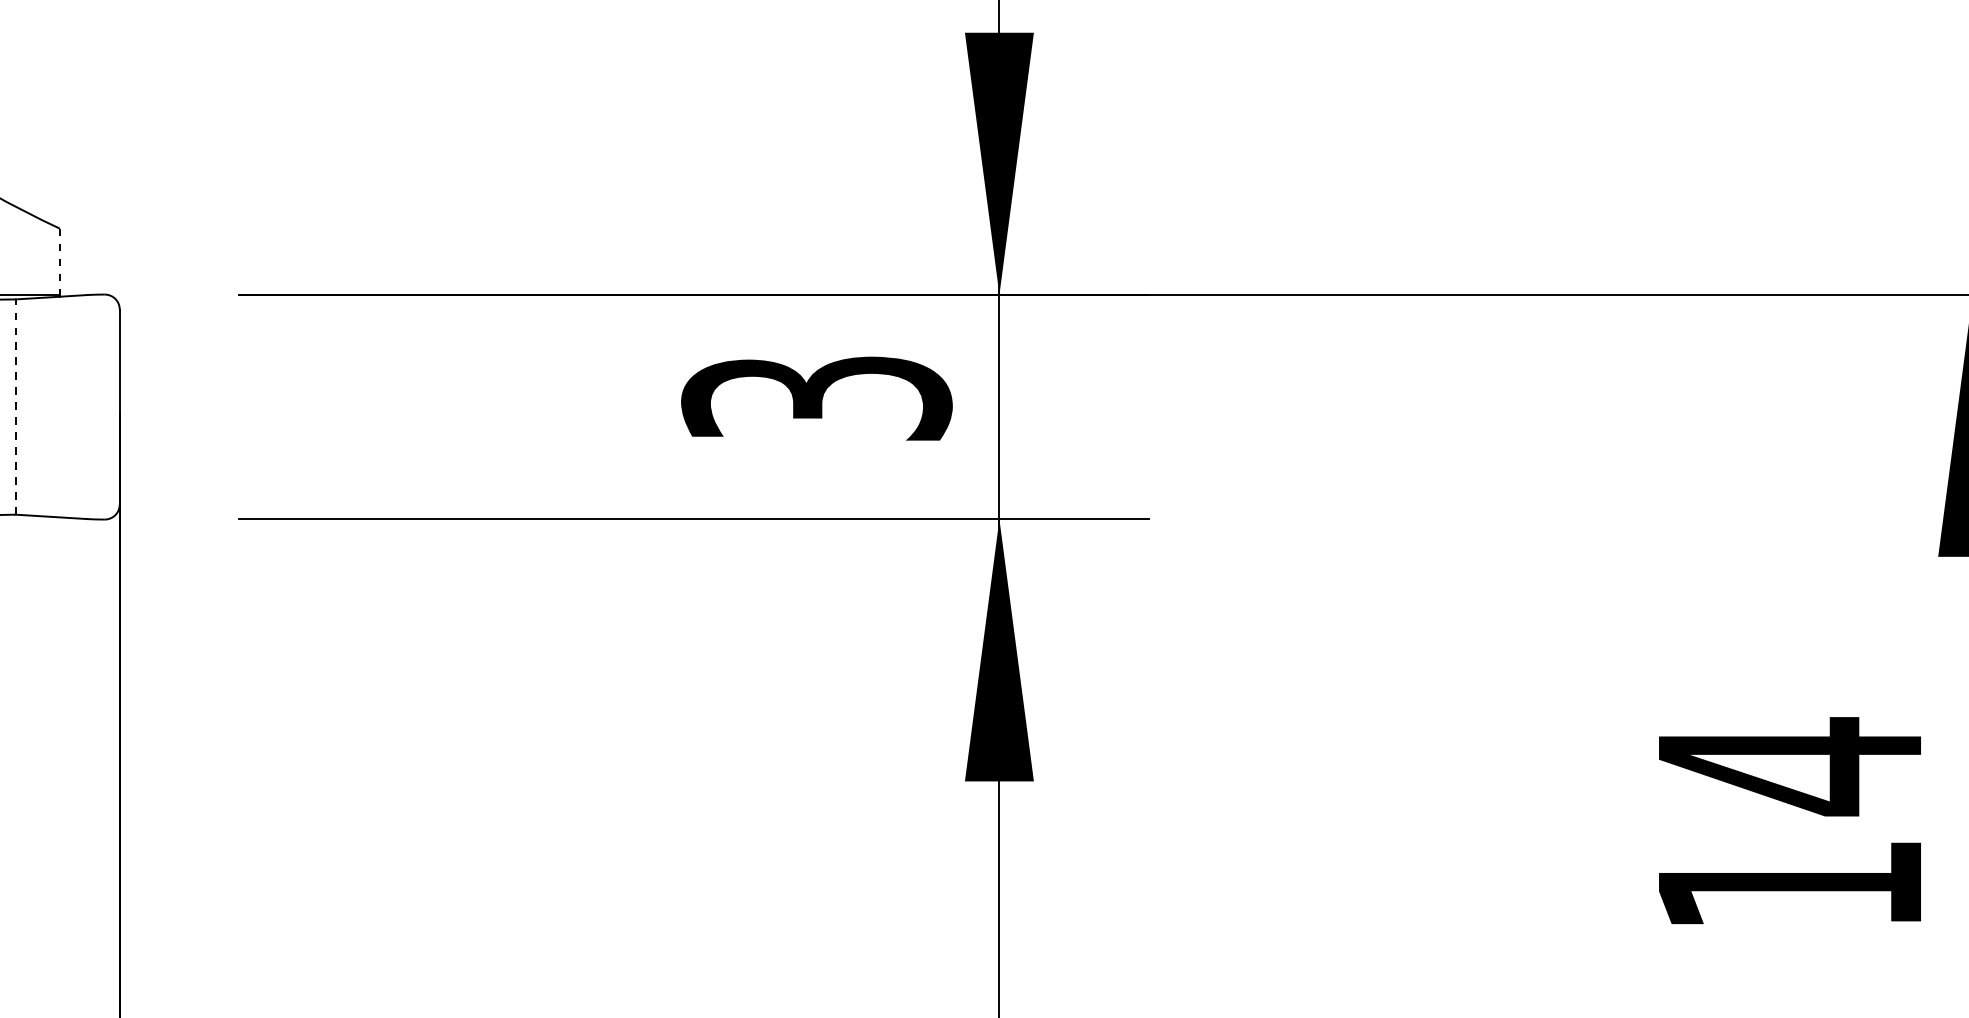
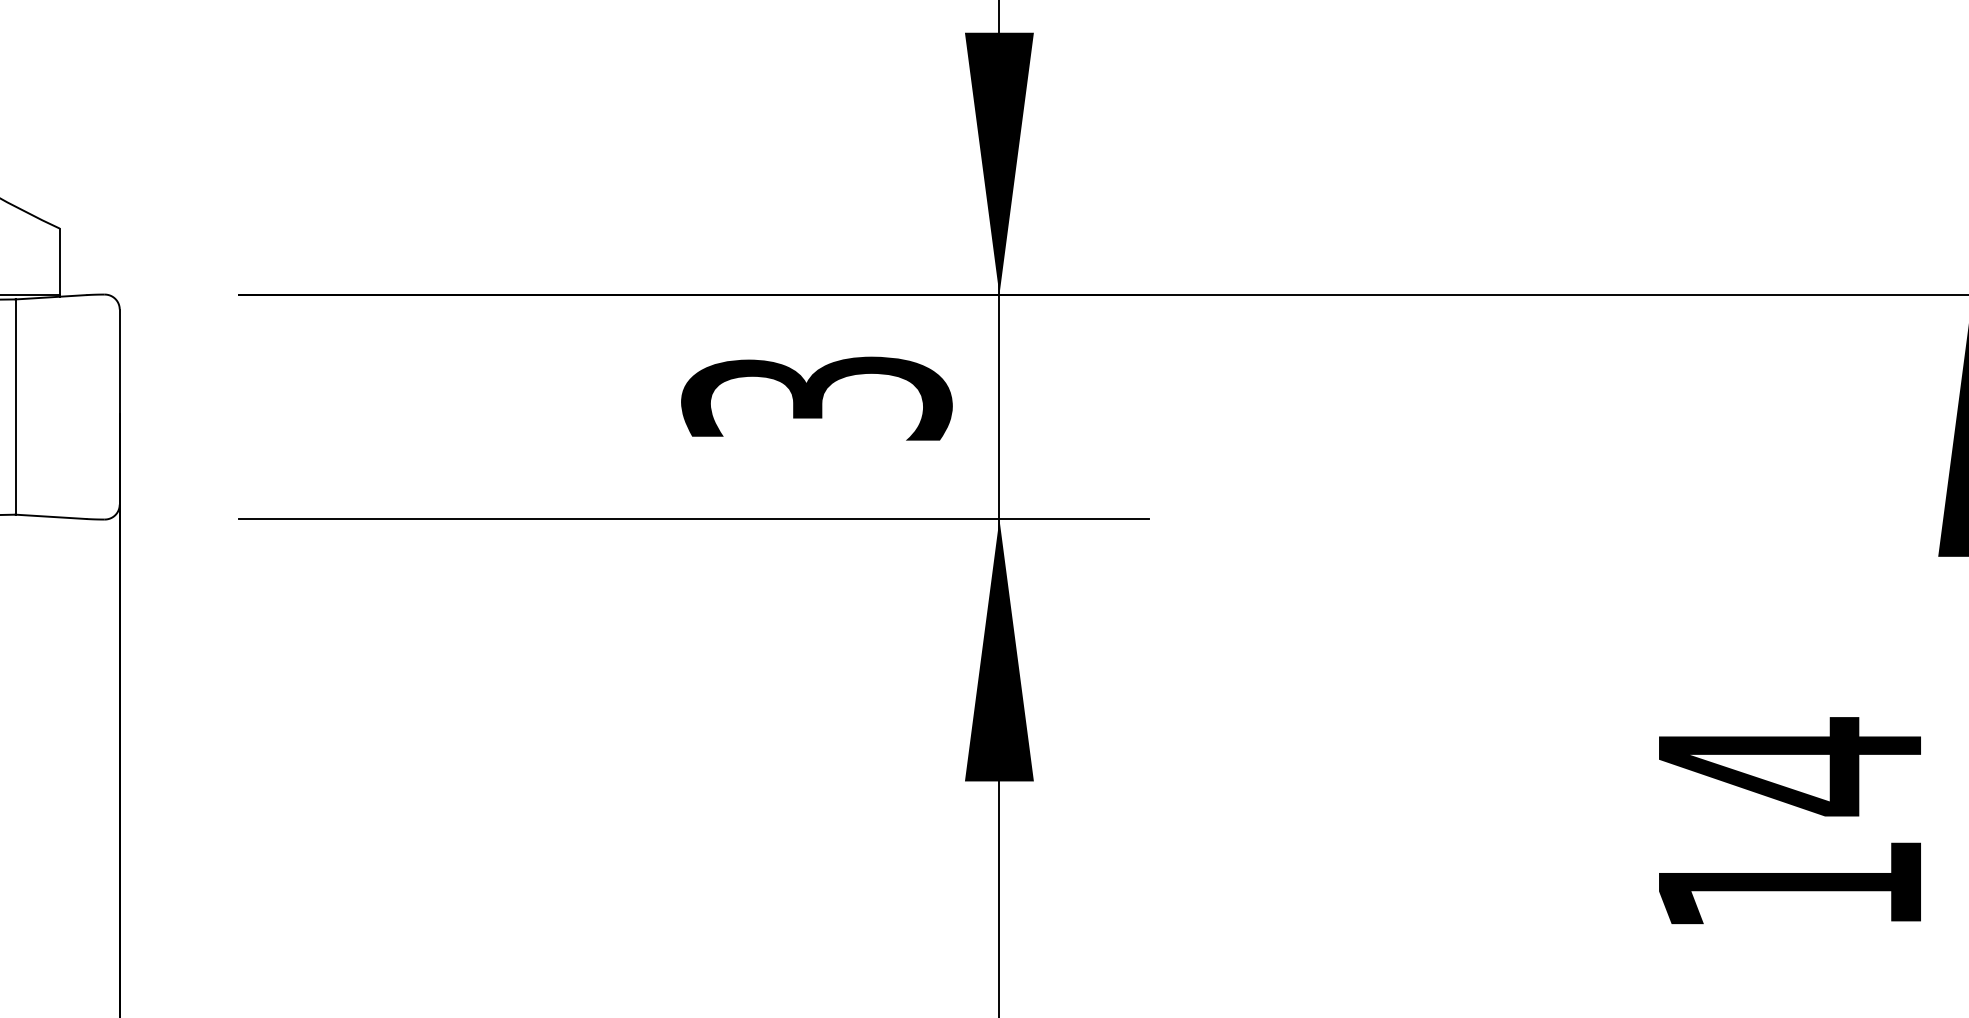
line at (59, 262): dashed -> solid
line at (15, 407): dashed -> solid
